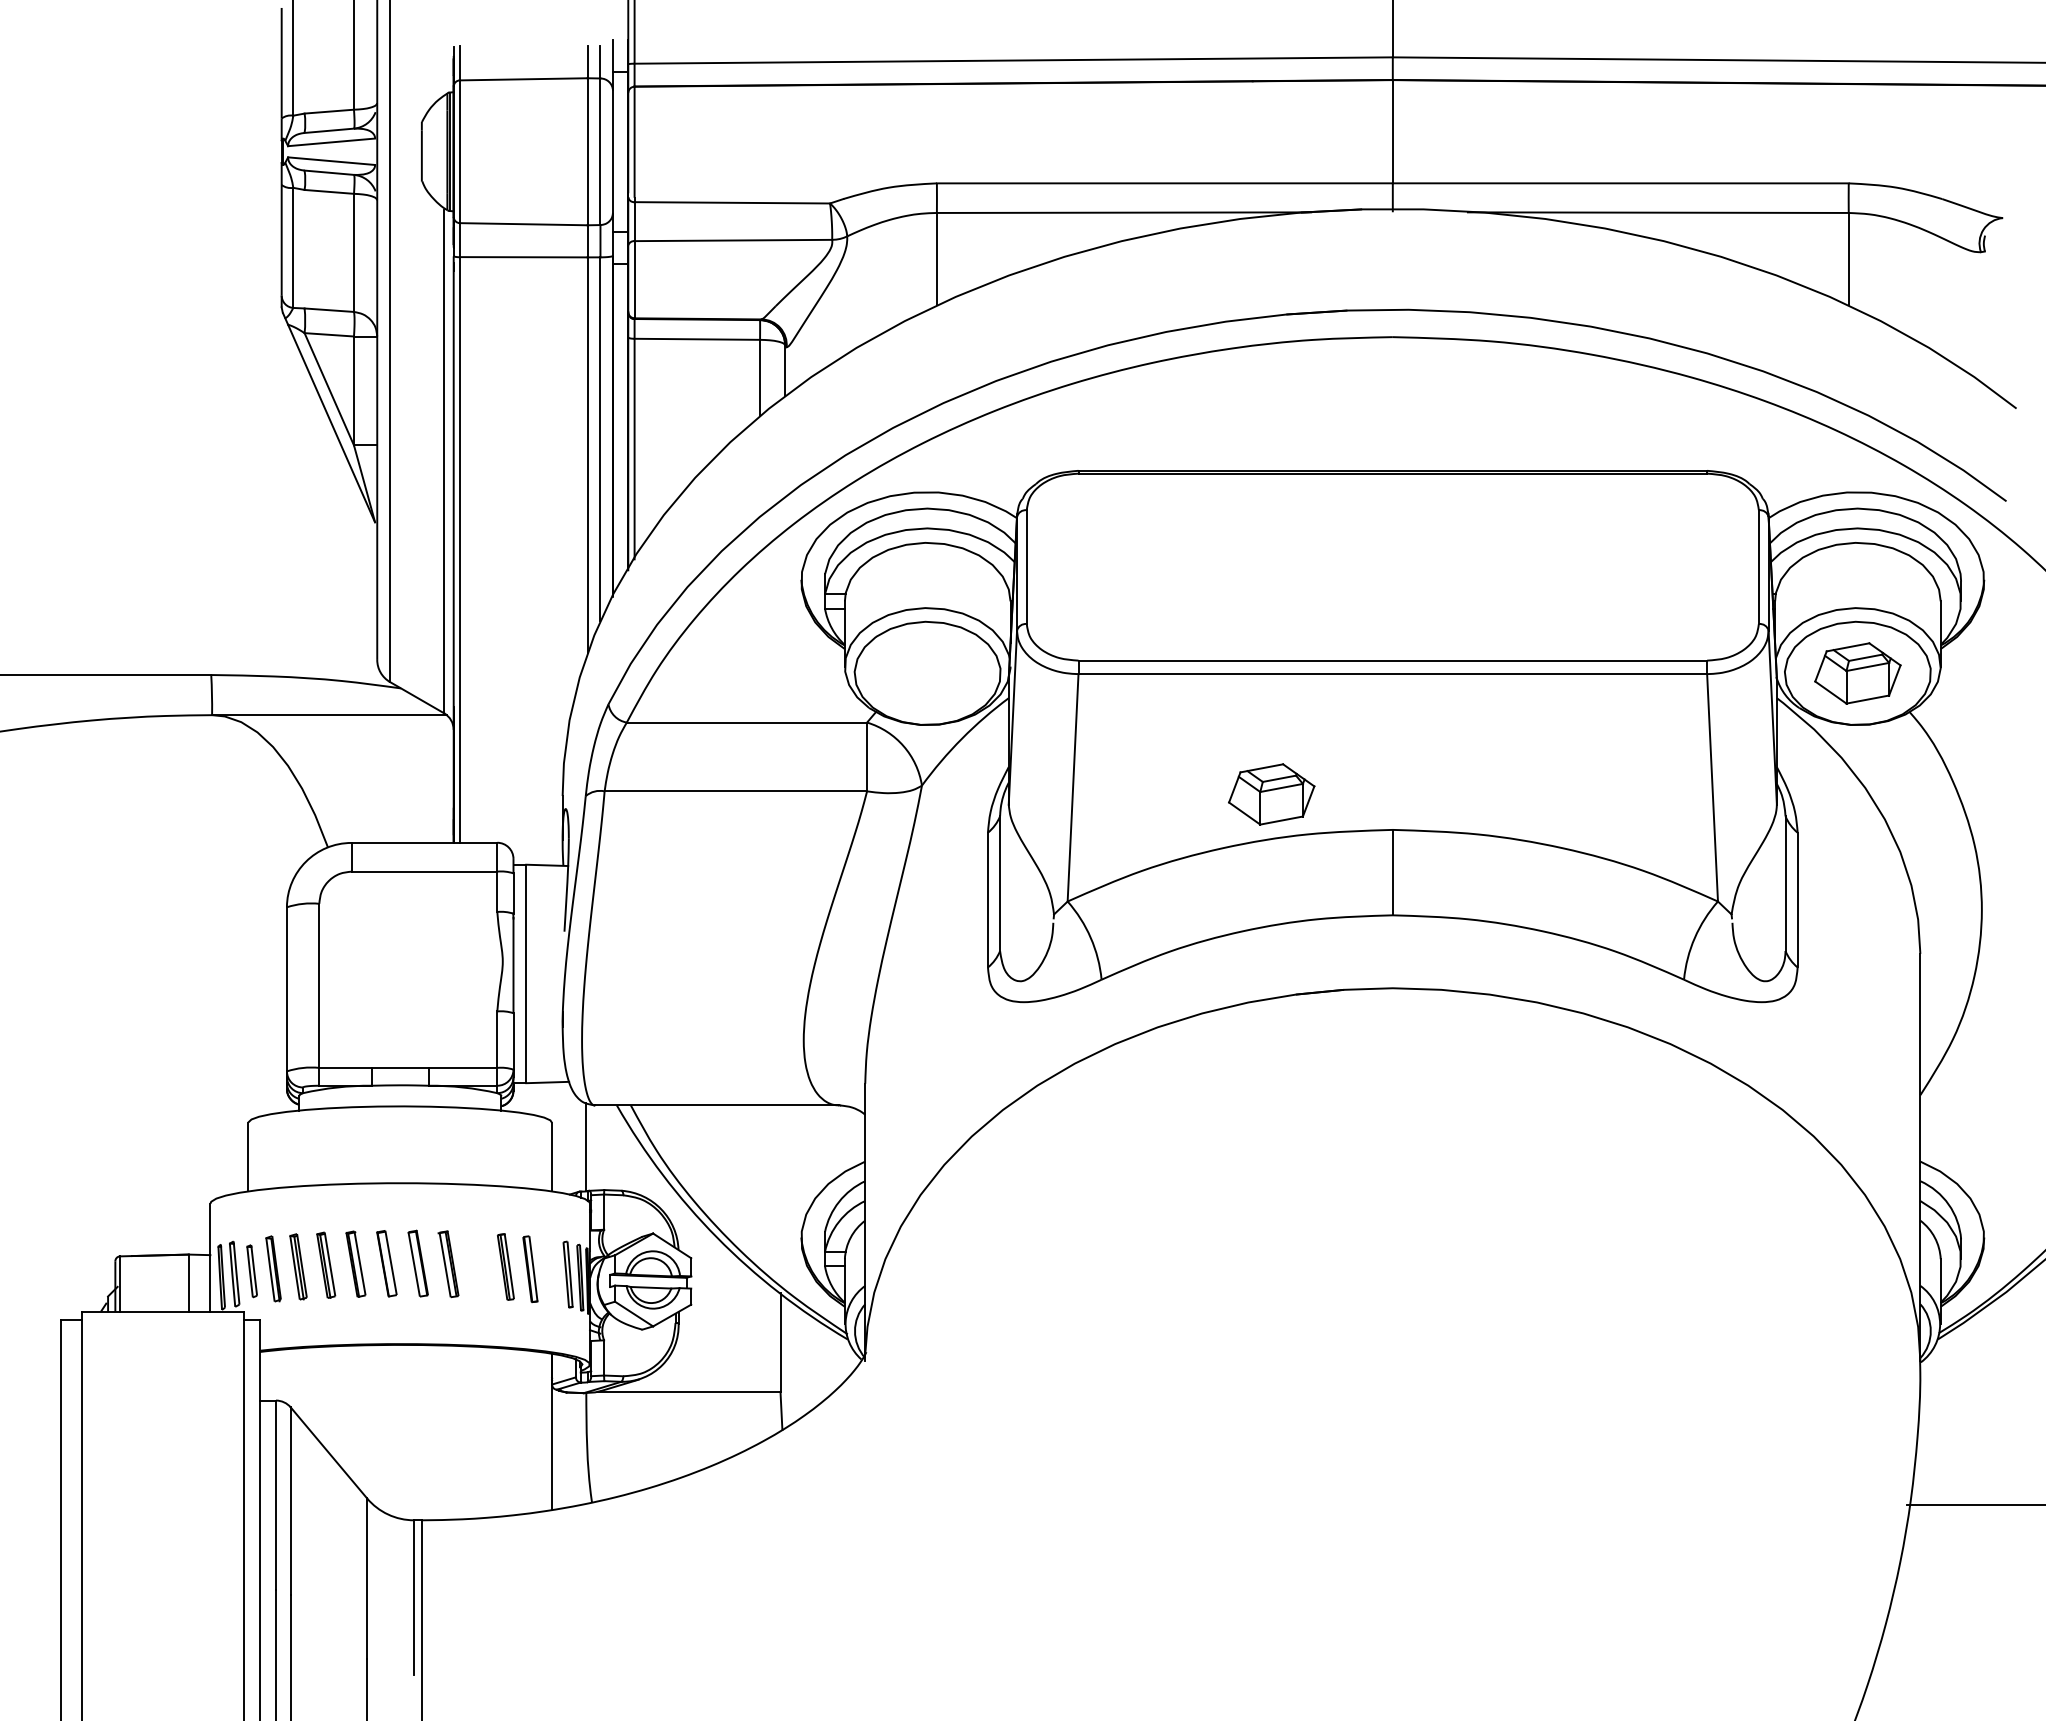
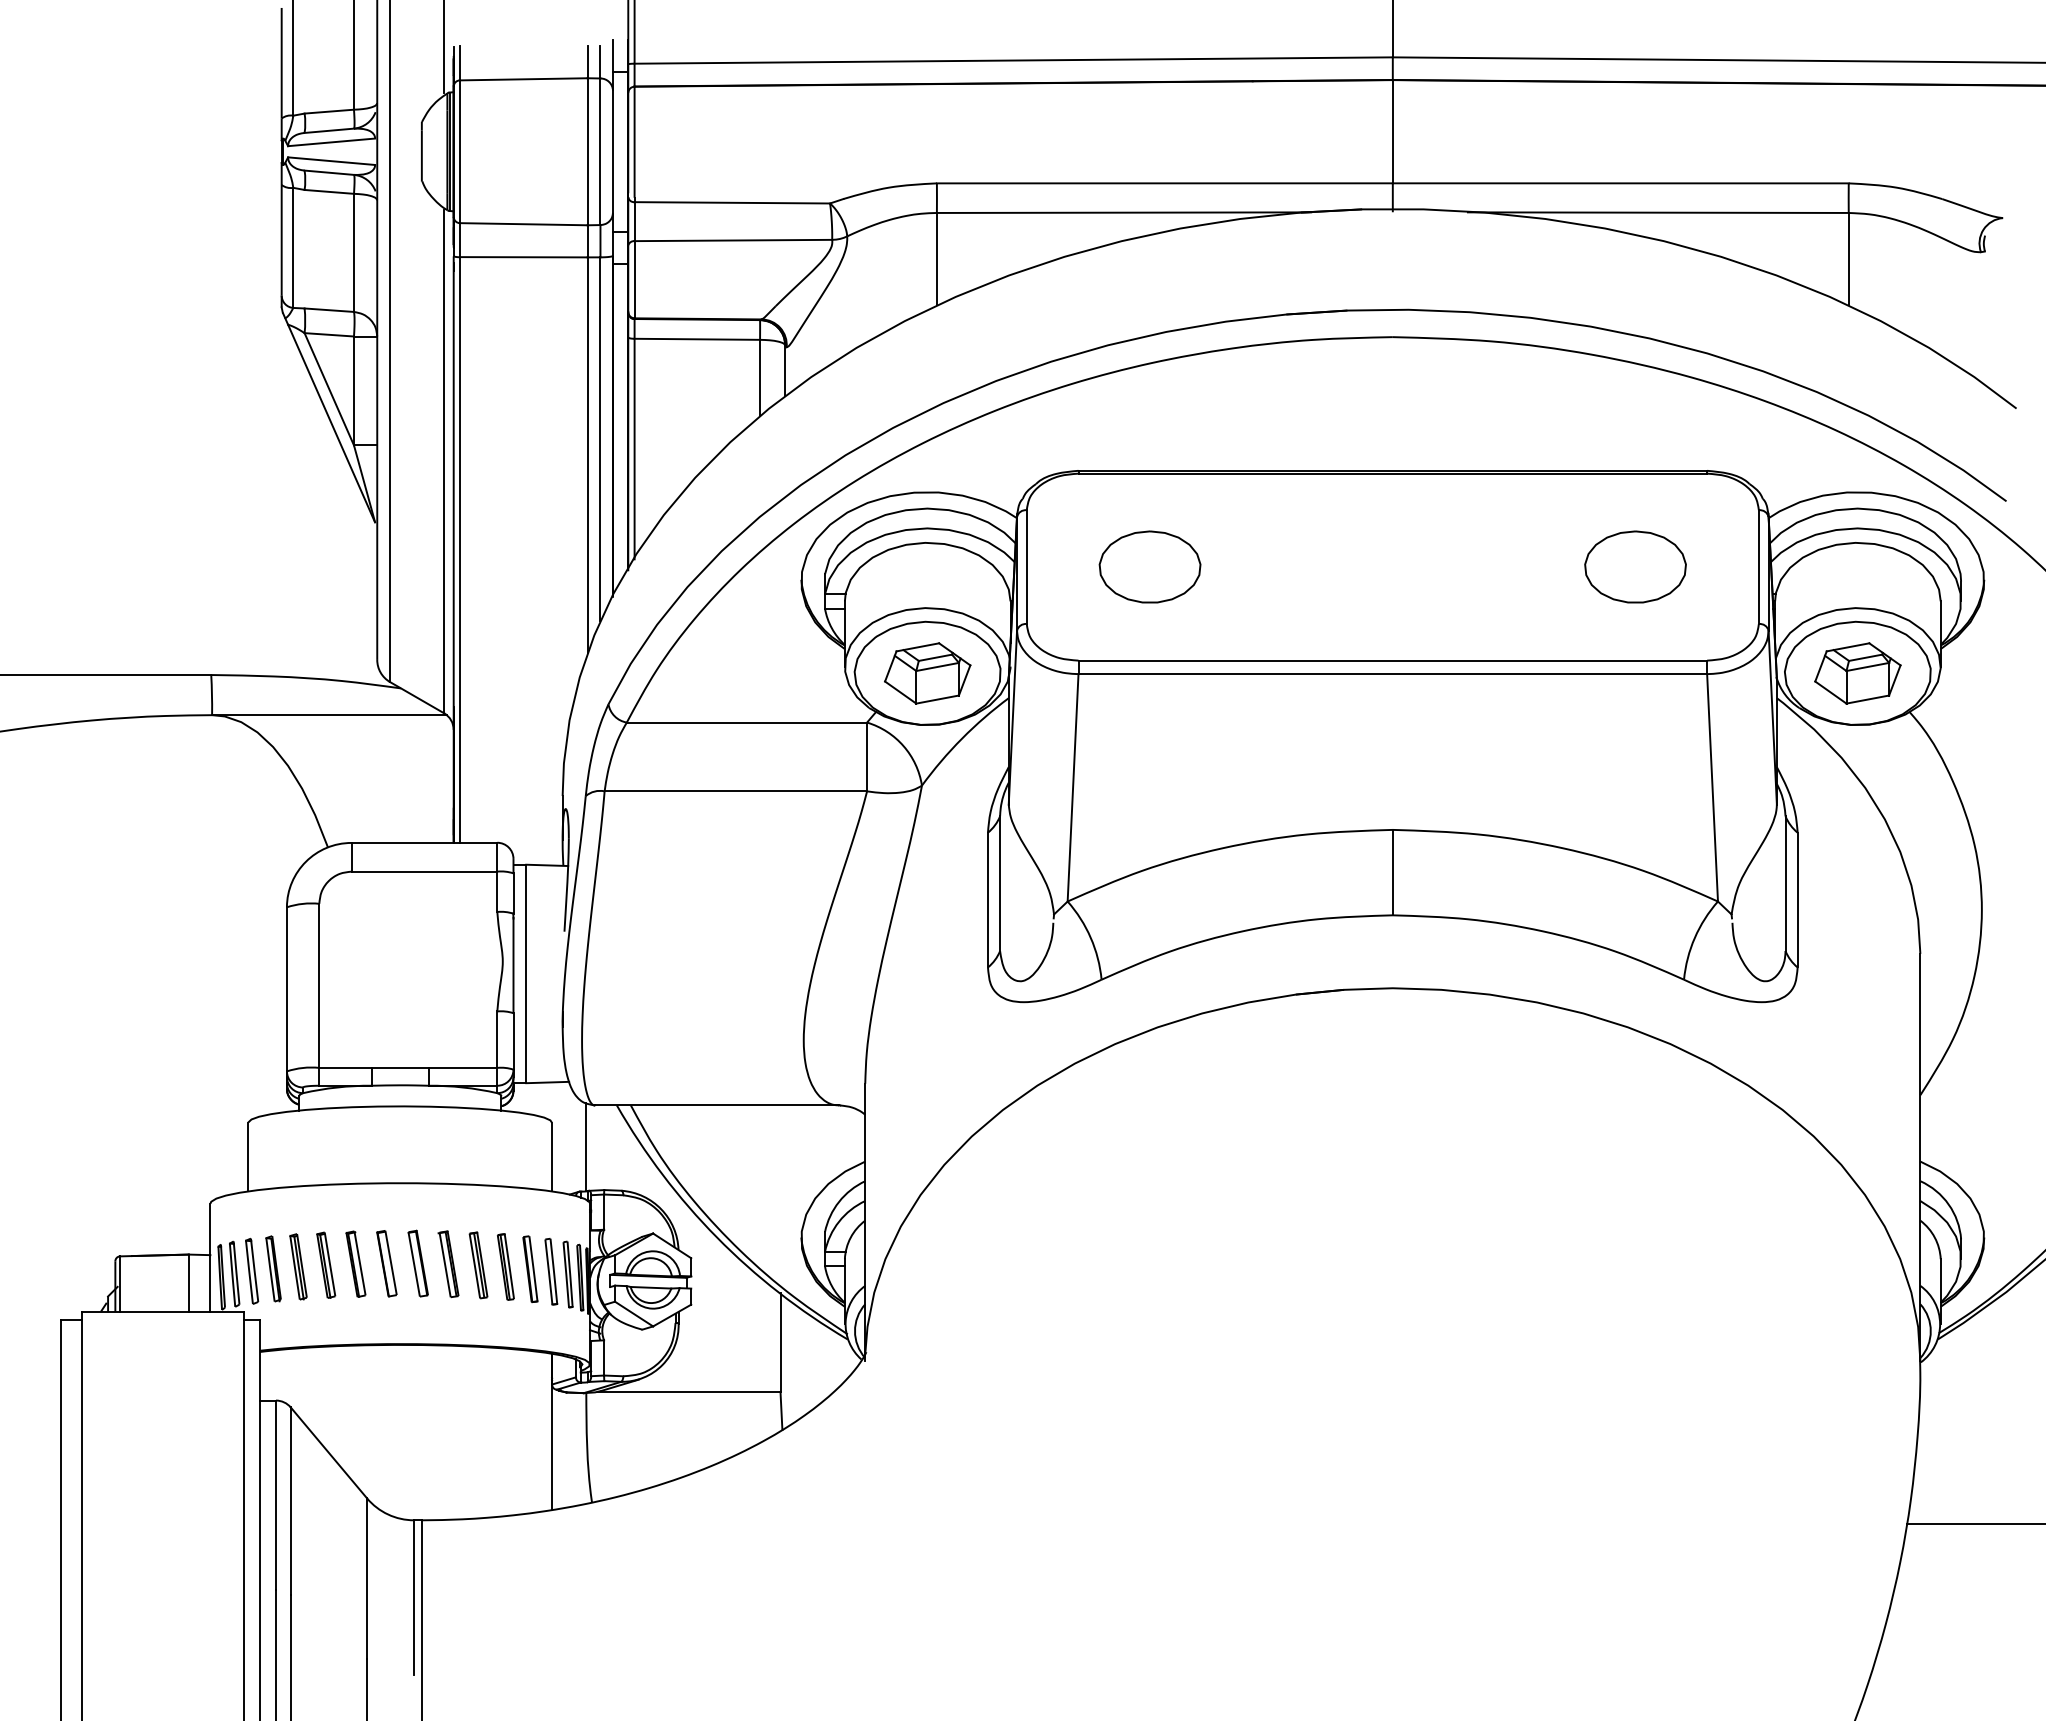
line at (444, 47): none -> present
part at (1149, 566): none -> present
part at (1635, 566): none -> present
part at (1271, 794) position: (1271, 794) -> (927, 673)
part at (478, 1265): none -> present
part at (251, 1271) size: 12x55 px -> 15x68 px
part at (551, 1271): none -> present
line at (1974, 1505) position: (1974, 1505) -> (1974, 1524)
